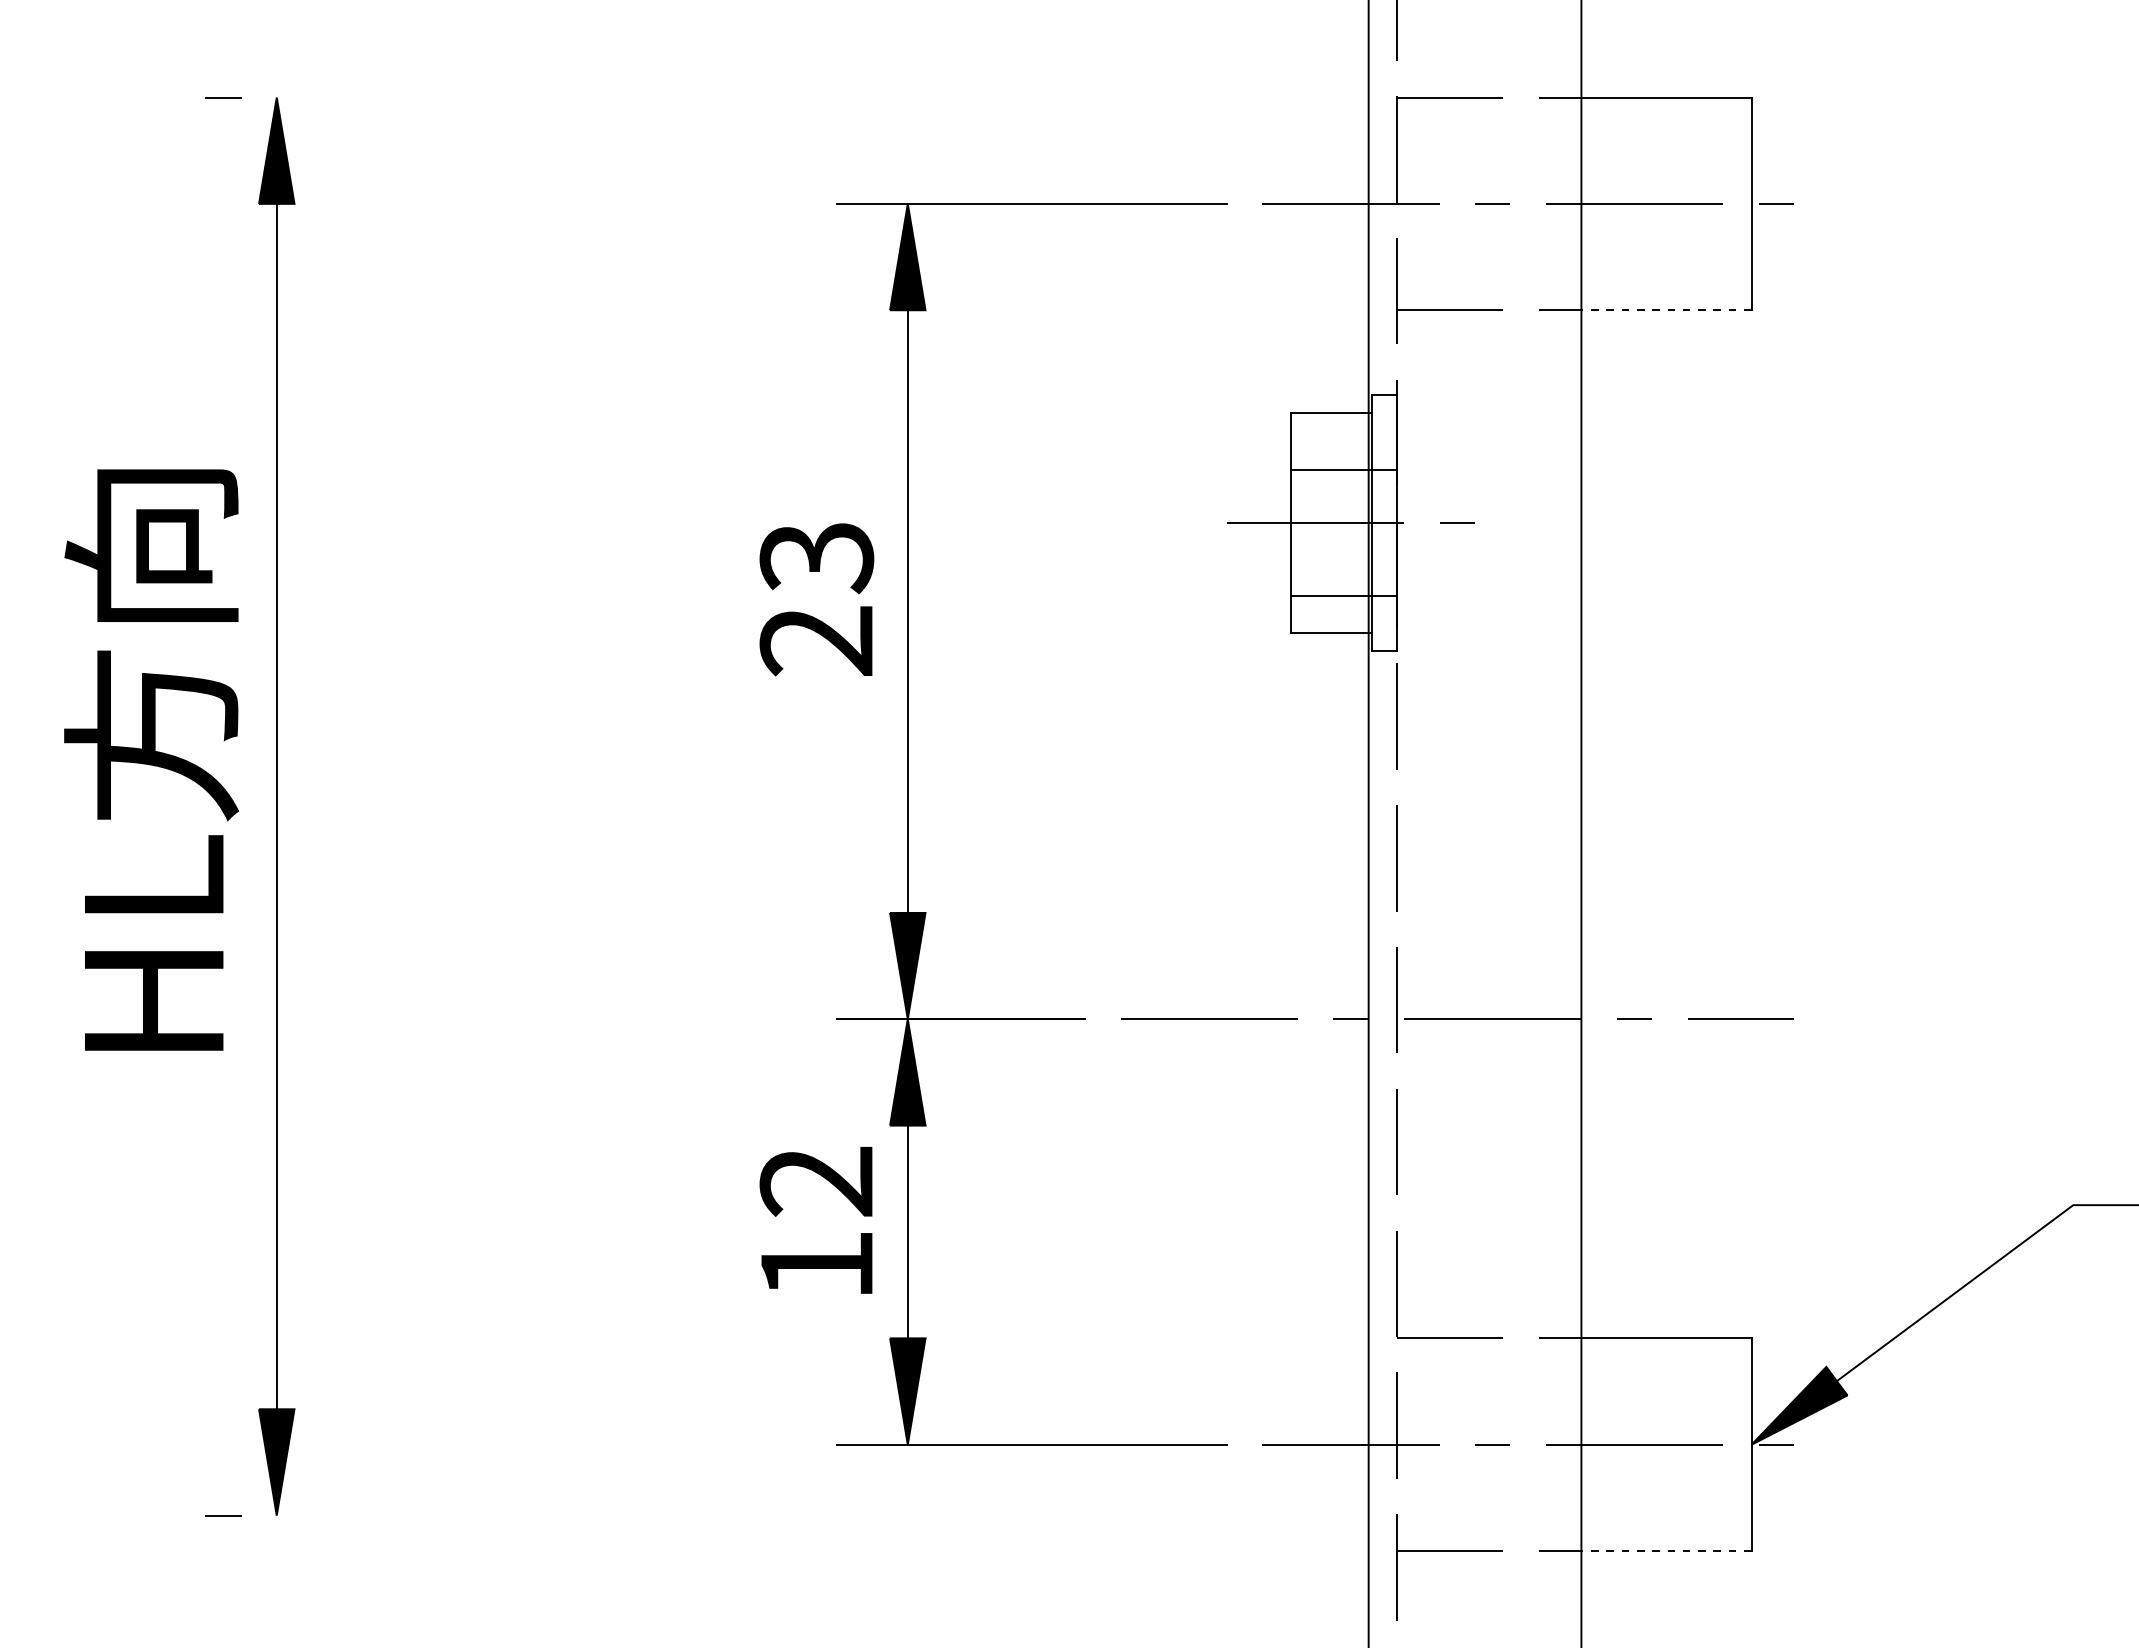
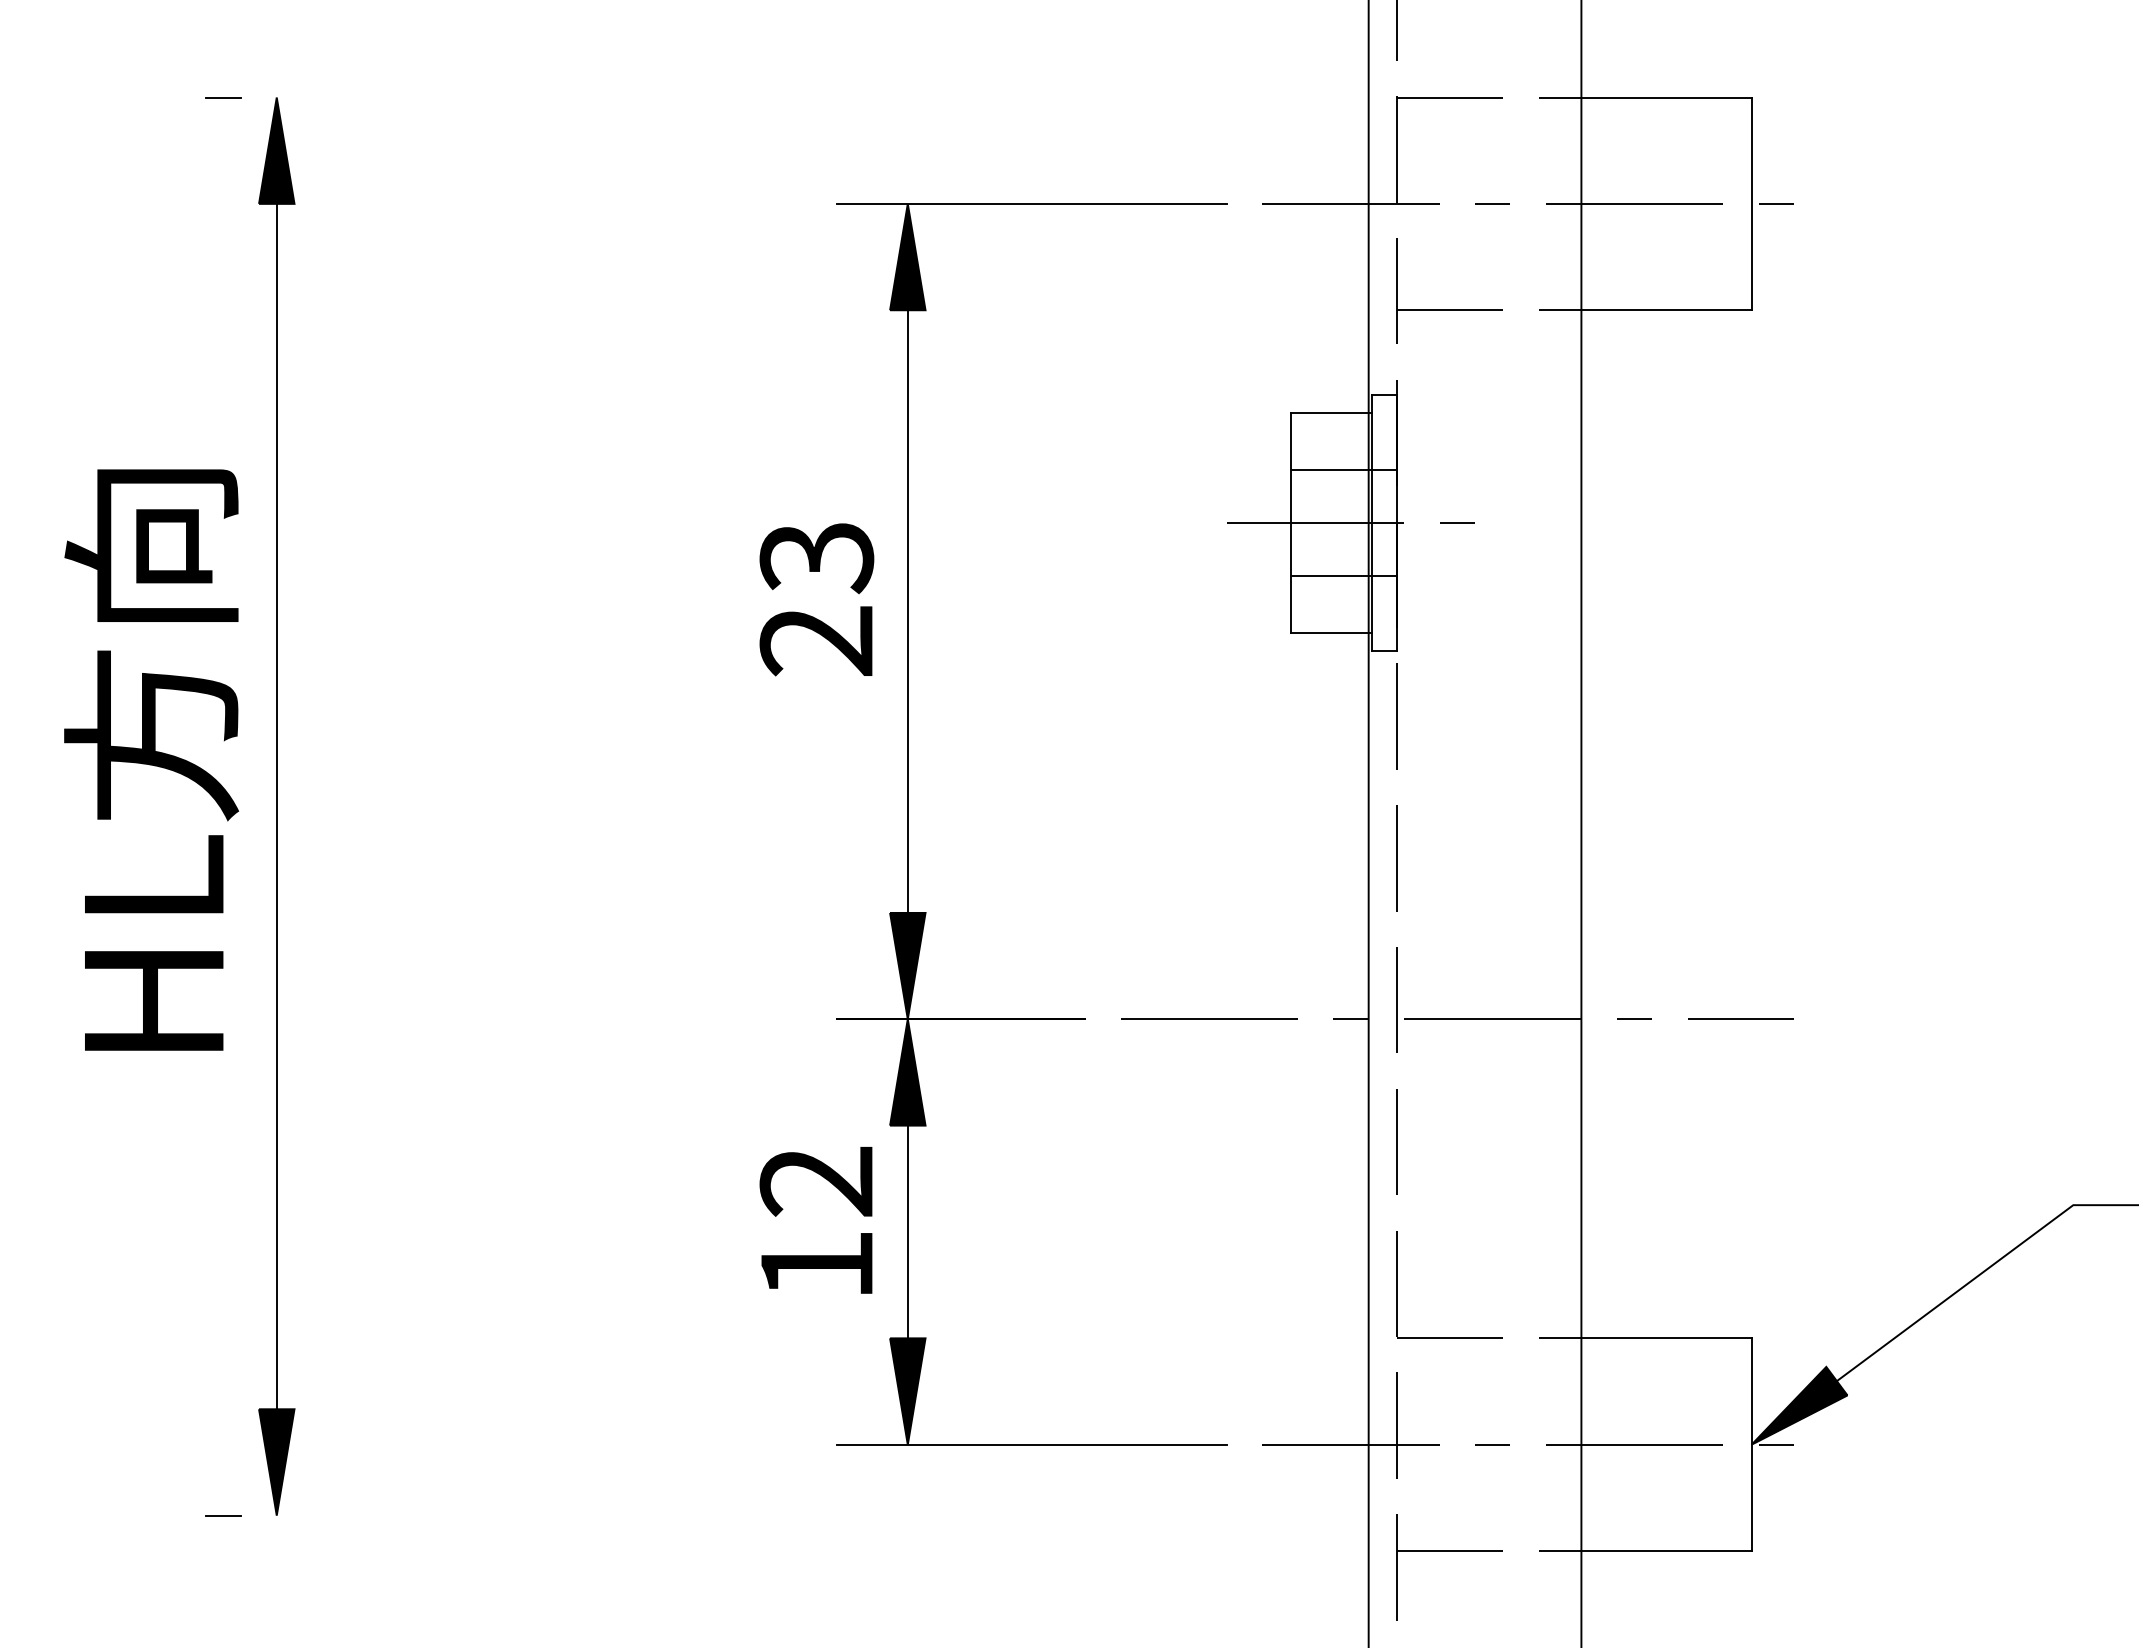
line at (1666, 310): dashed -> solid
line at (1343, 596) position: (1343, 596) -> (1343, 576)
line at (1666, 1551): dashed -> solid
